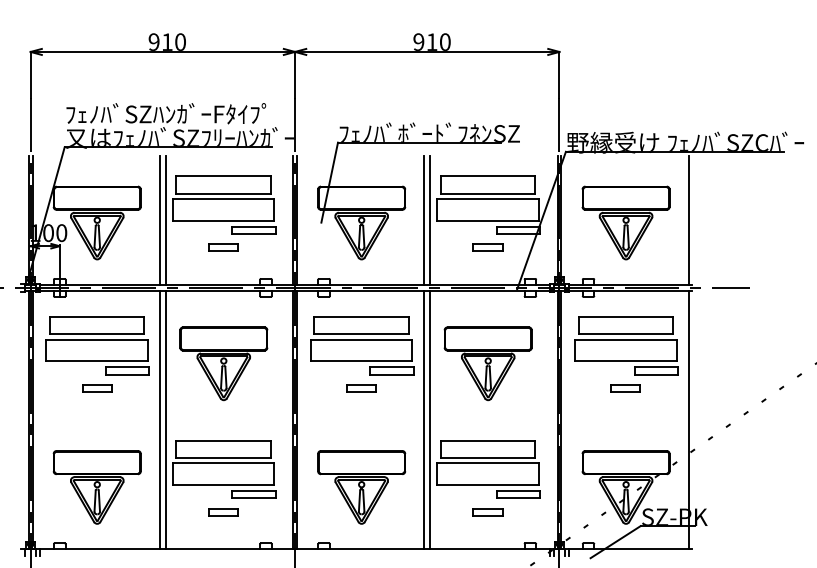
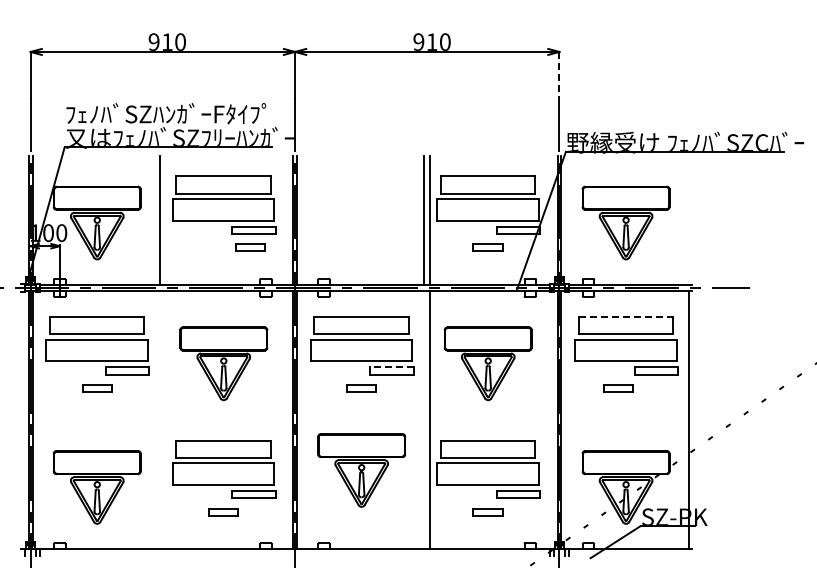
line at (559, 74): solid -> dashed
part at (405, 191): present -> none
line at (165, 219): present -> none
line at (688, 219): present -> none
part at (223, 247) position: (223, 247) -> (250, 247)
line at (626, 317): solid -> dashed
line at (391, 367): solid -> dashed
part at (625, 388) position: (625, 388) -> (618, 388)
line at (159, 419): present -> none
line at (165, 419): present -> none
line at (424, 419): present -> none
part at (361, 487) position: (361, 487) -> (361, 470)
